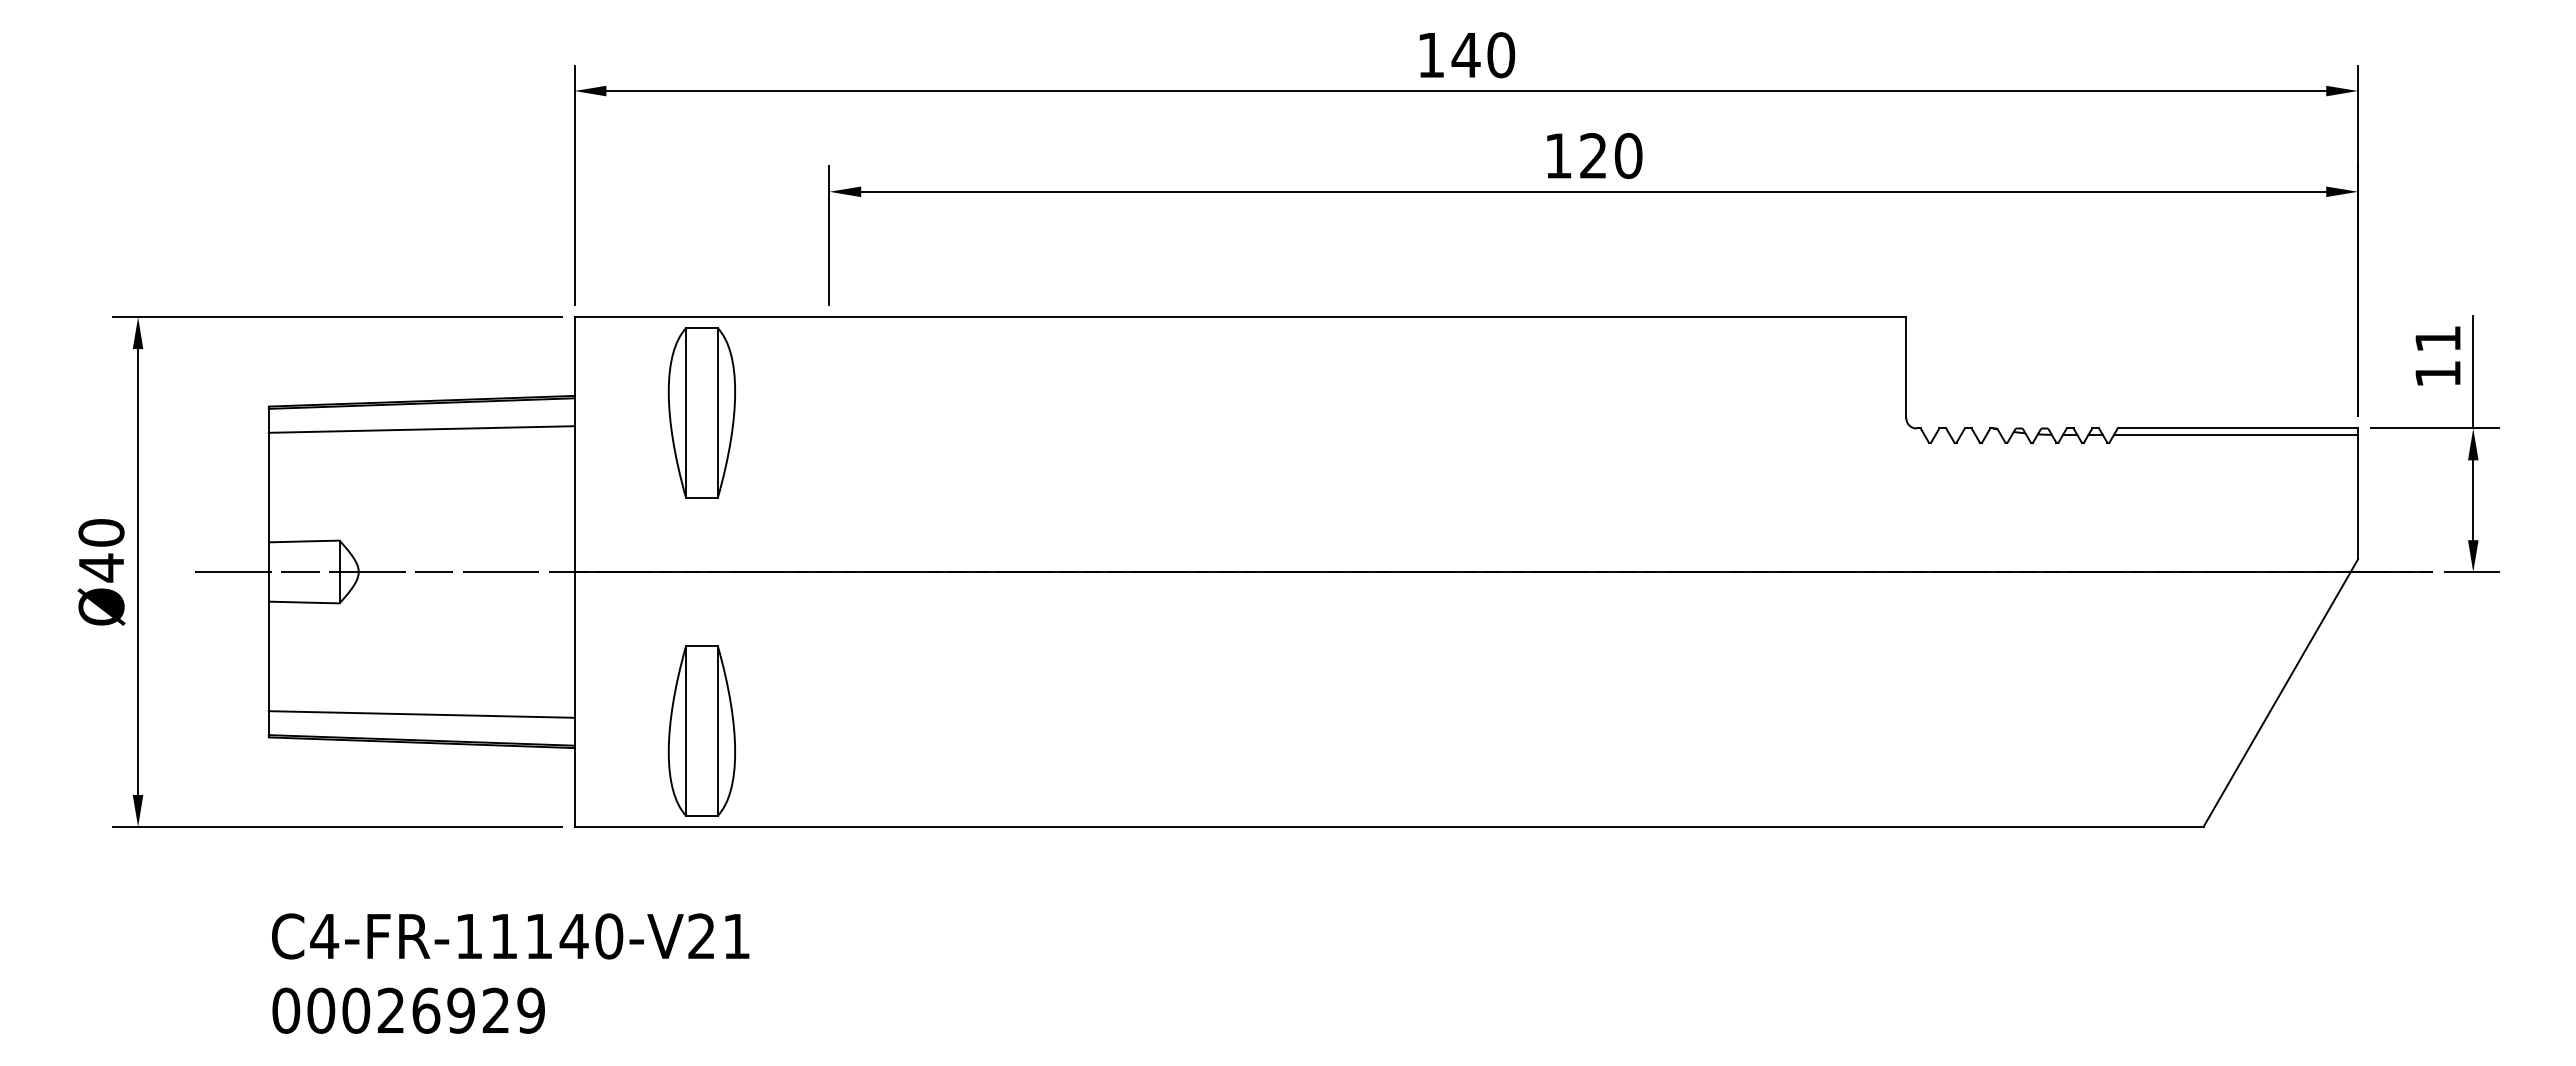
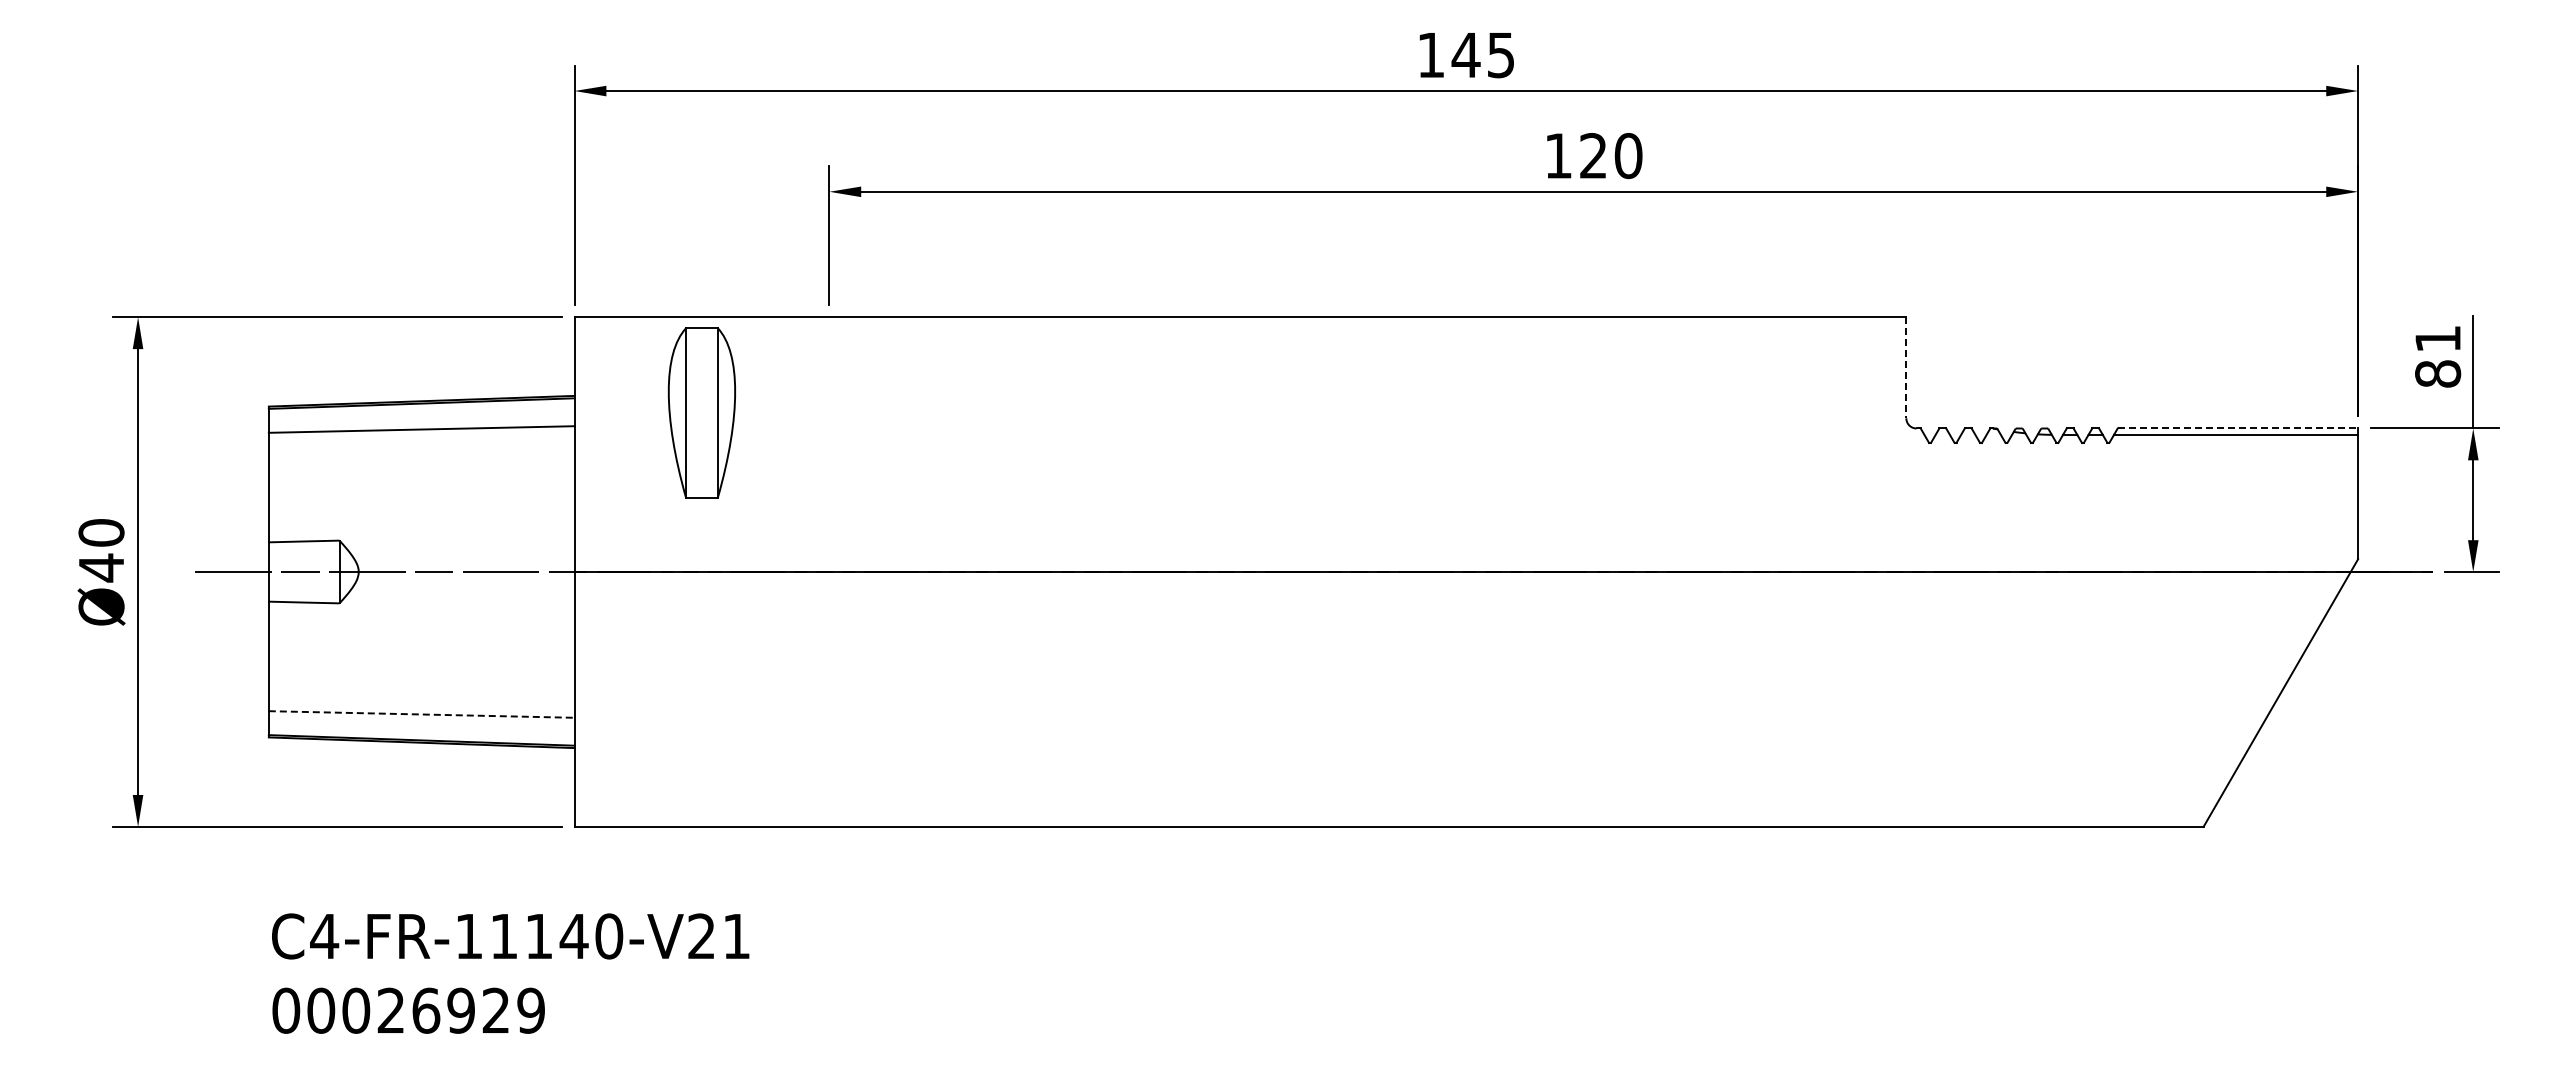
text at (1501, 55): 140 -> 145
line at (1906, 367): solid -> dashed
text at (2438, 373): 11 -> 81
line at (2238, 428): solid -> dashed
line at (421, 714): solid -> dashed
part at (701, 730): present -> none
